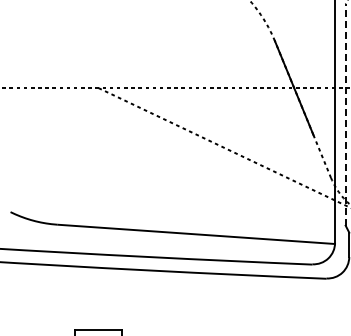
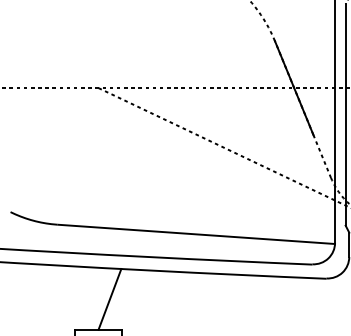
line at (345, 114): dashed -> solid
line at (109, 299): none -> present
